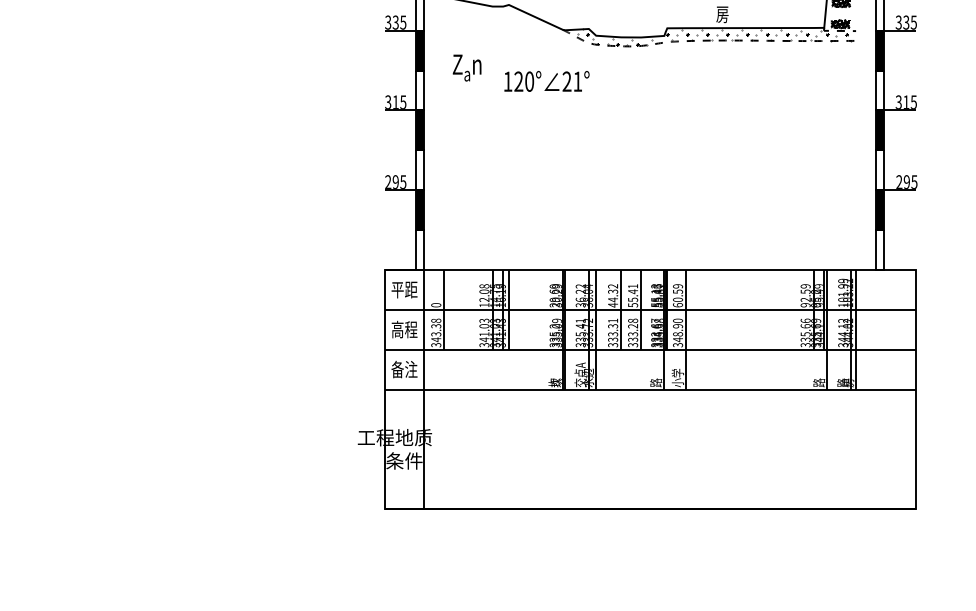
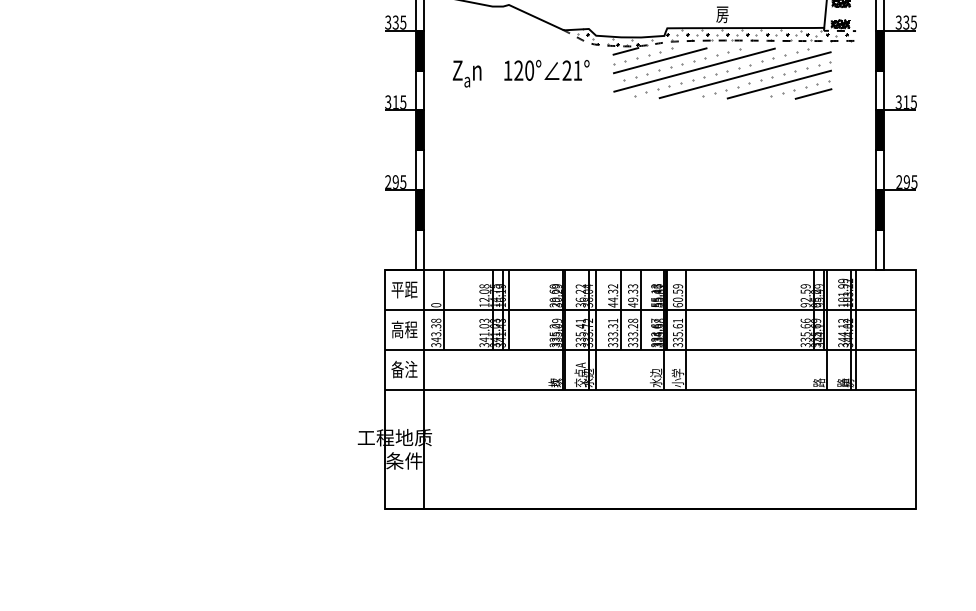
text at (466, 67) position: (466, 67) -> (466, 73)
hatch at (722, 73): none -> present
text at (546, 81) position: (546, 81) -> (546, 70)
text at (633, 295): 55.41 -> 49.33
text at (678, 330): 348.90 -> 335.61
text at (656, 377): 路 -> 水边
